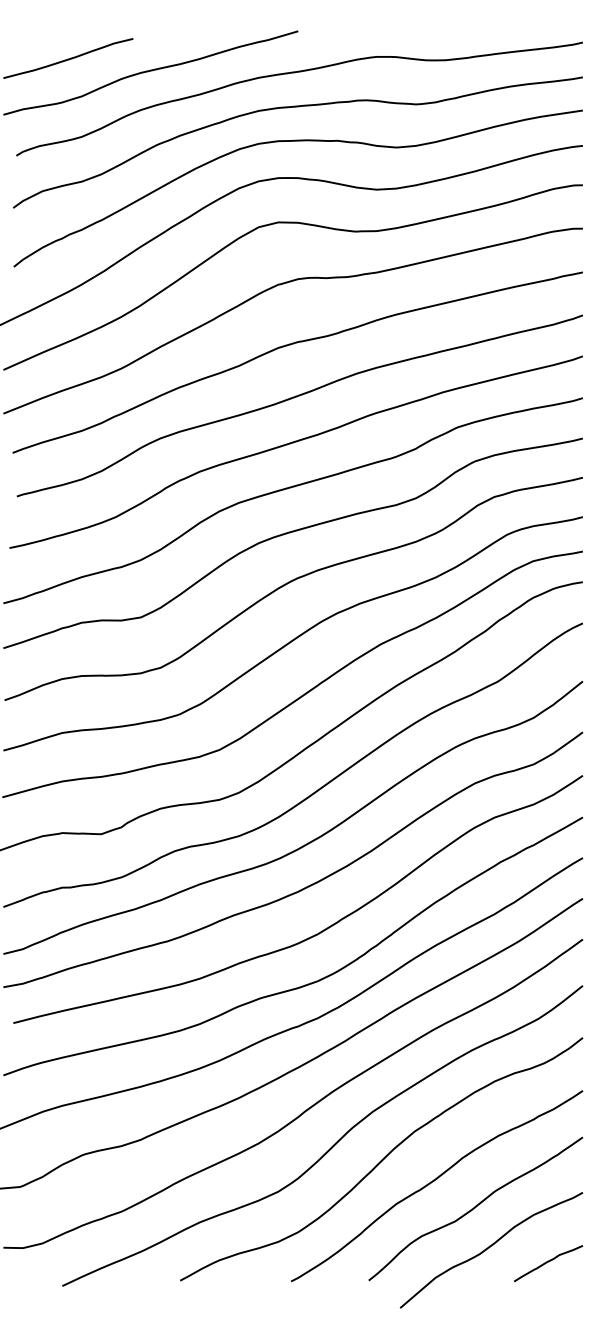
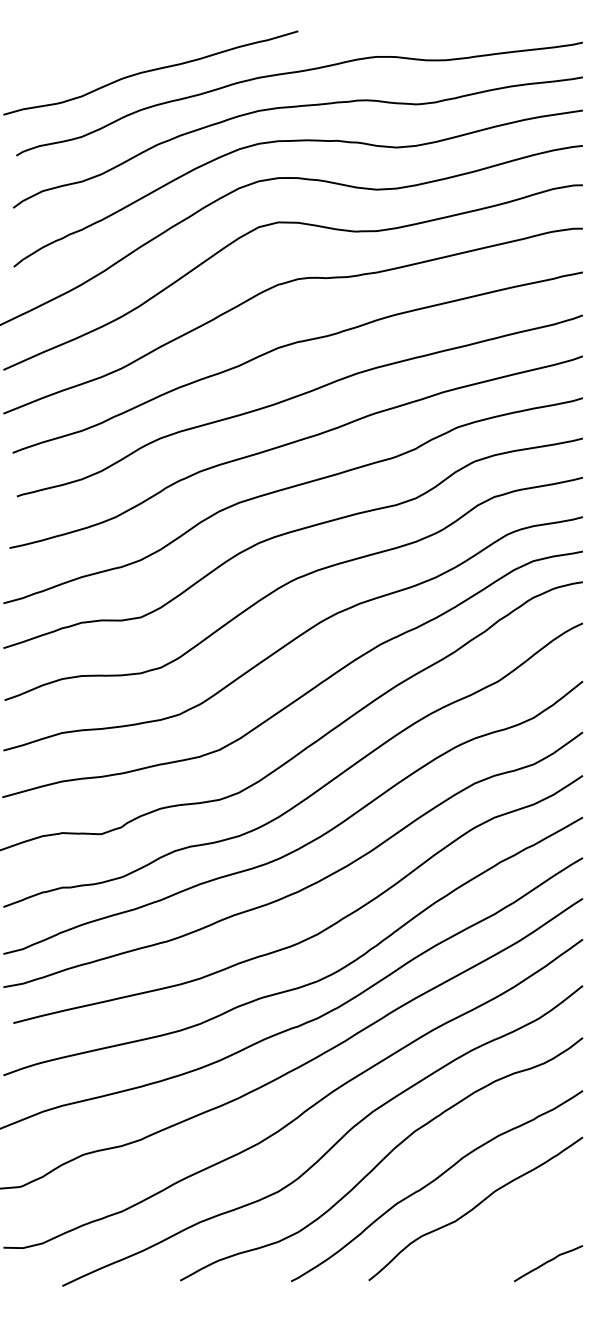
curve at (68, 58): present -> none
curve at (489, 1248): present -> none
